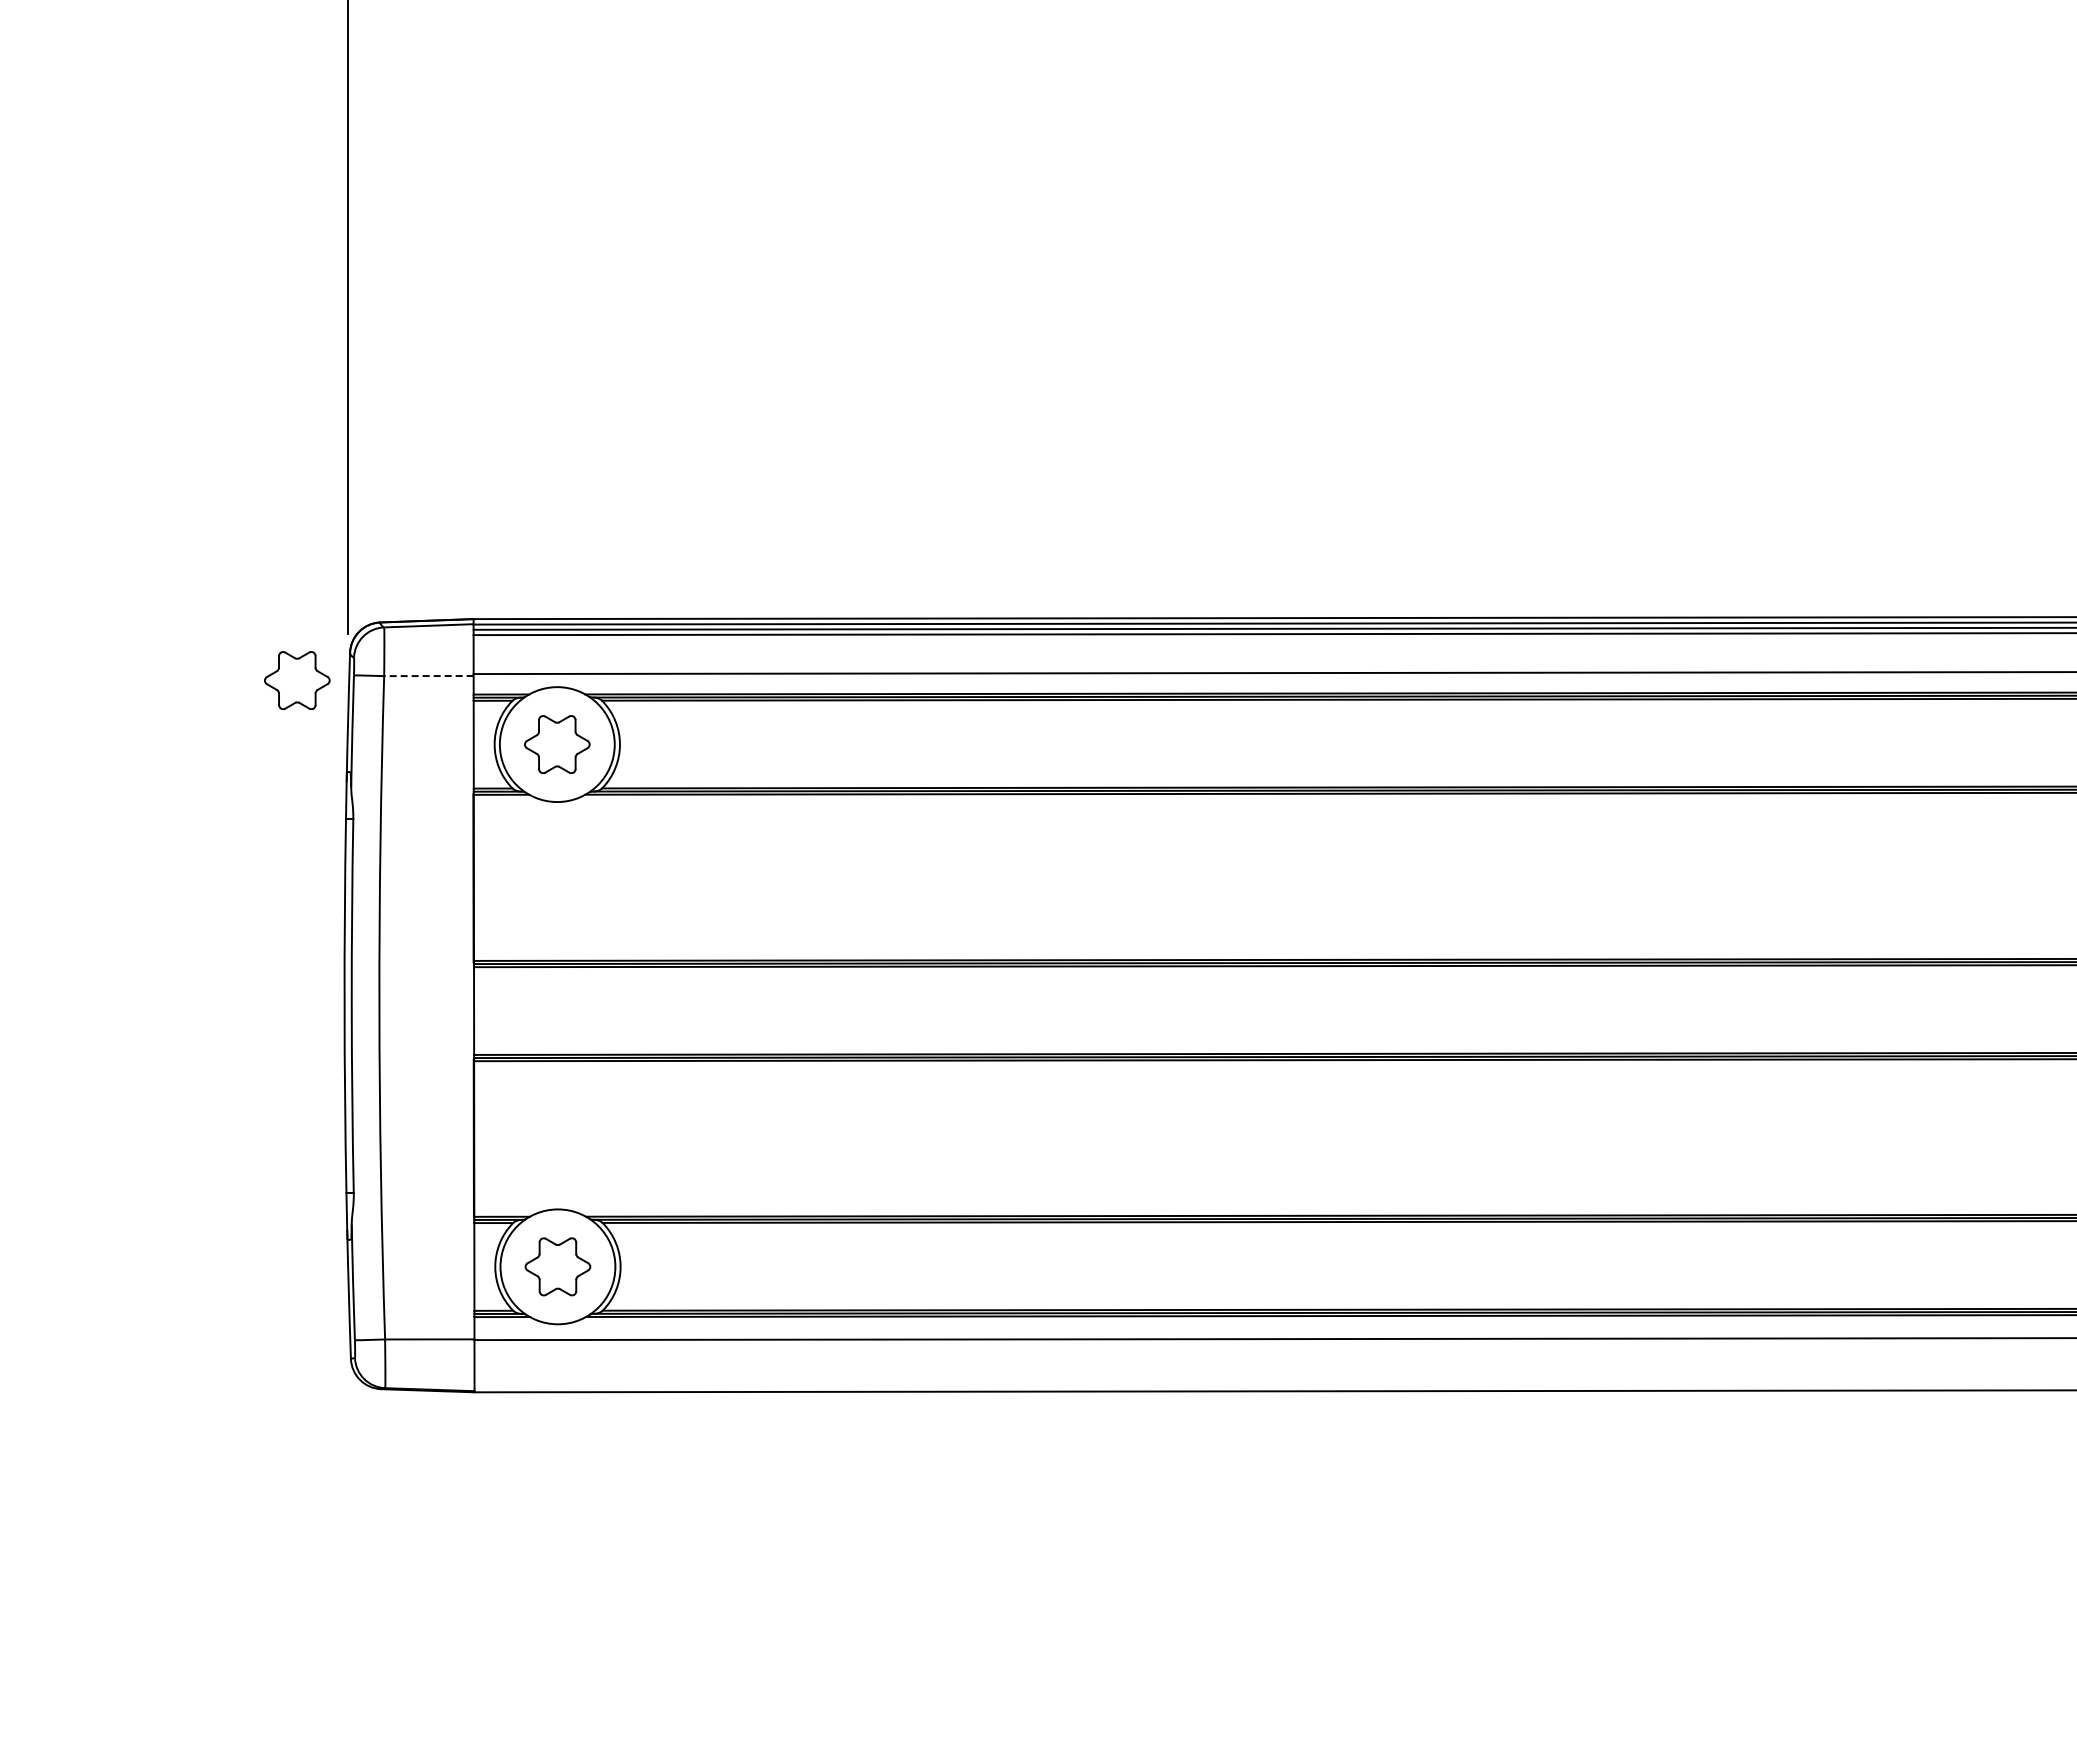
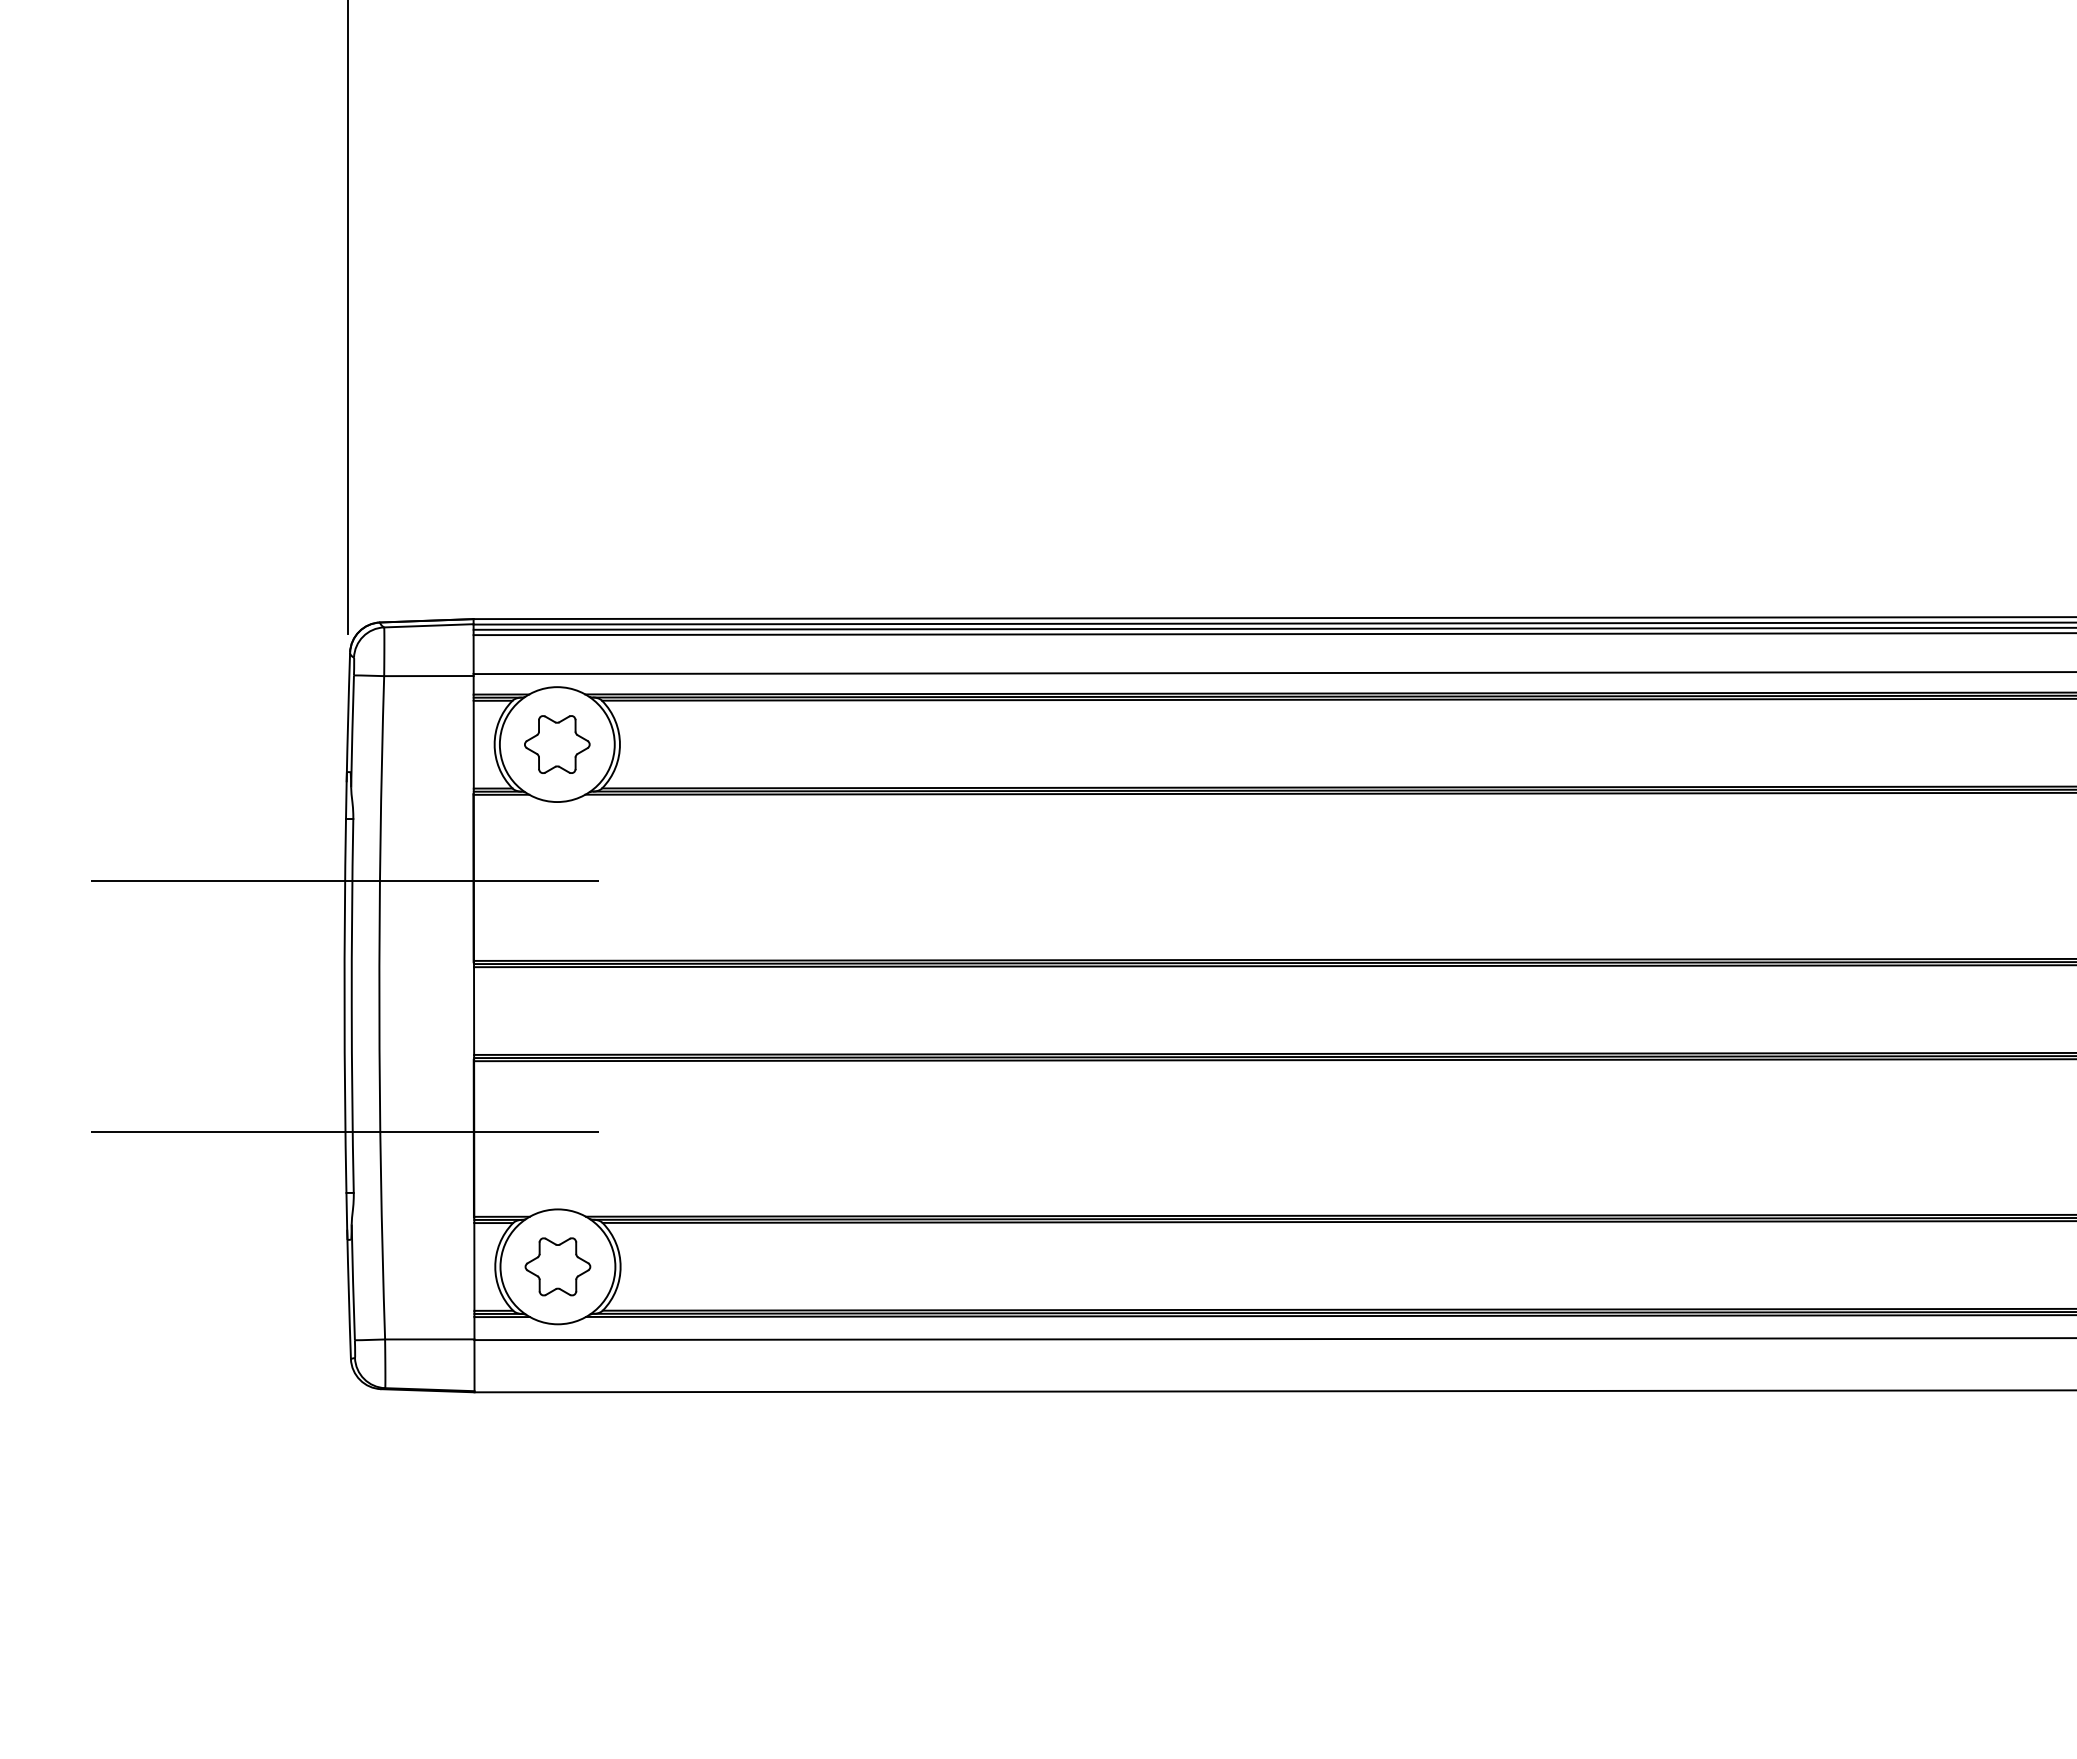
line at (428, 676): dashed -> solid
part at (297, 680): present -> none
line at (344, 880): none -> present
line at (344, 1131): none -> present
